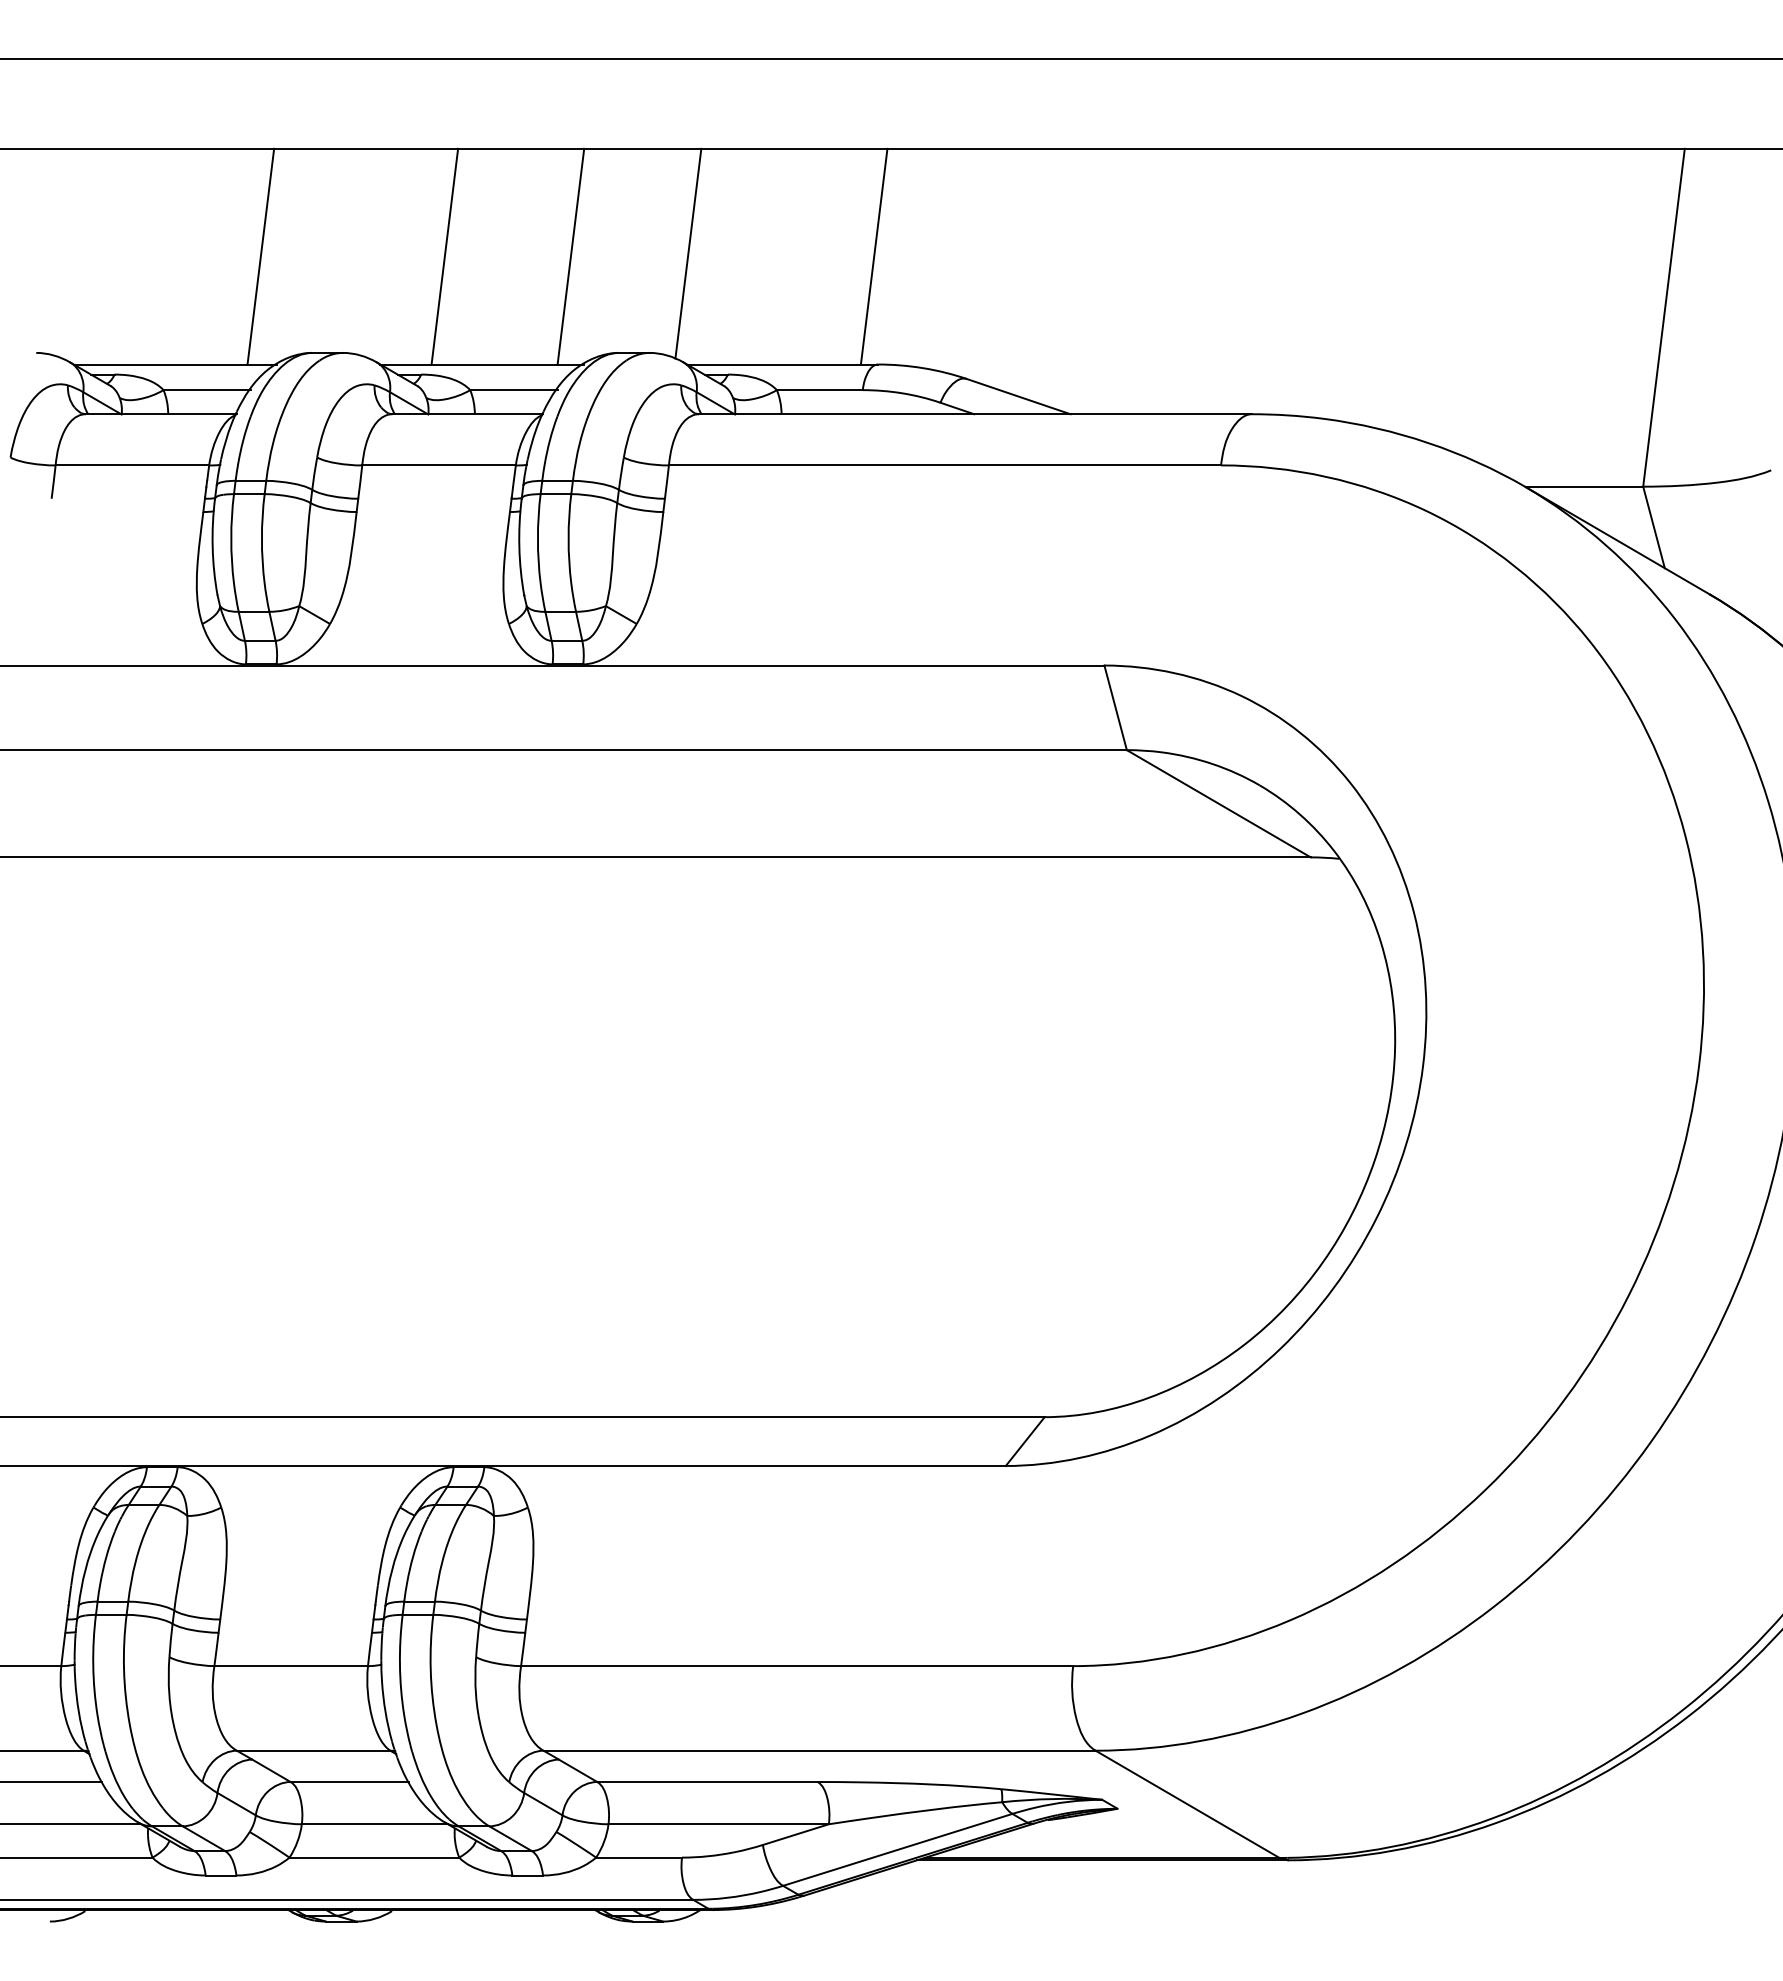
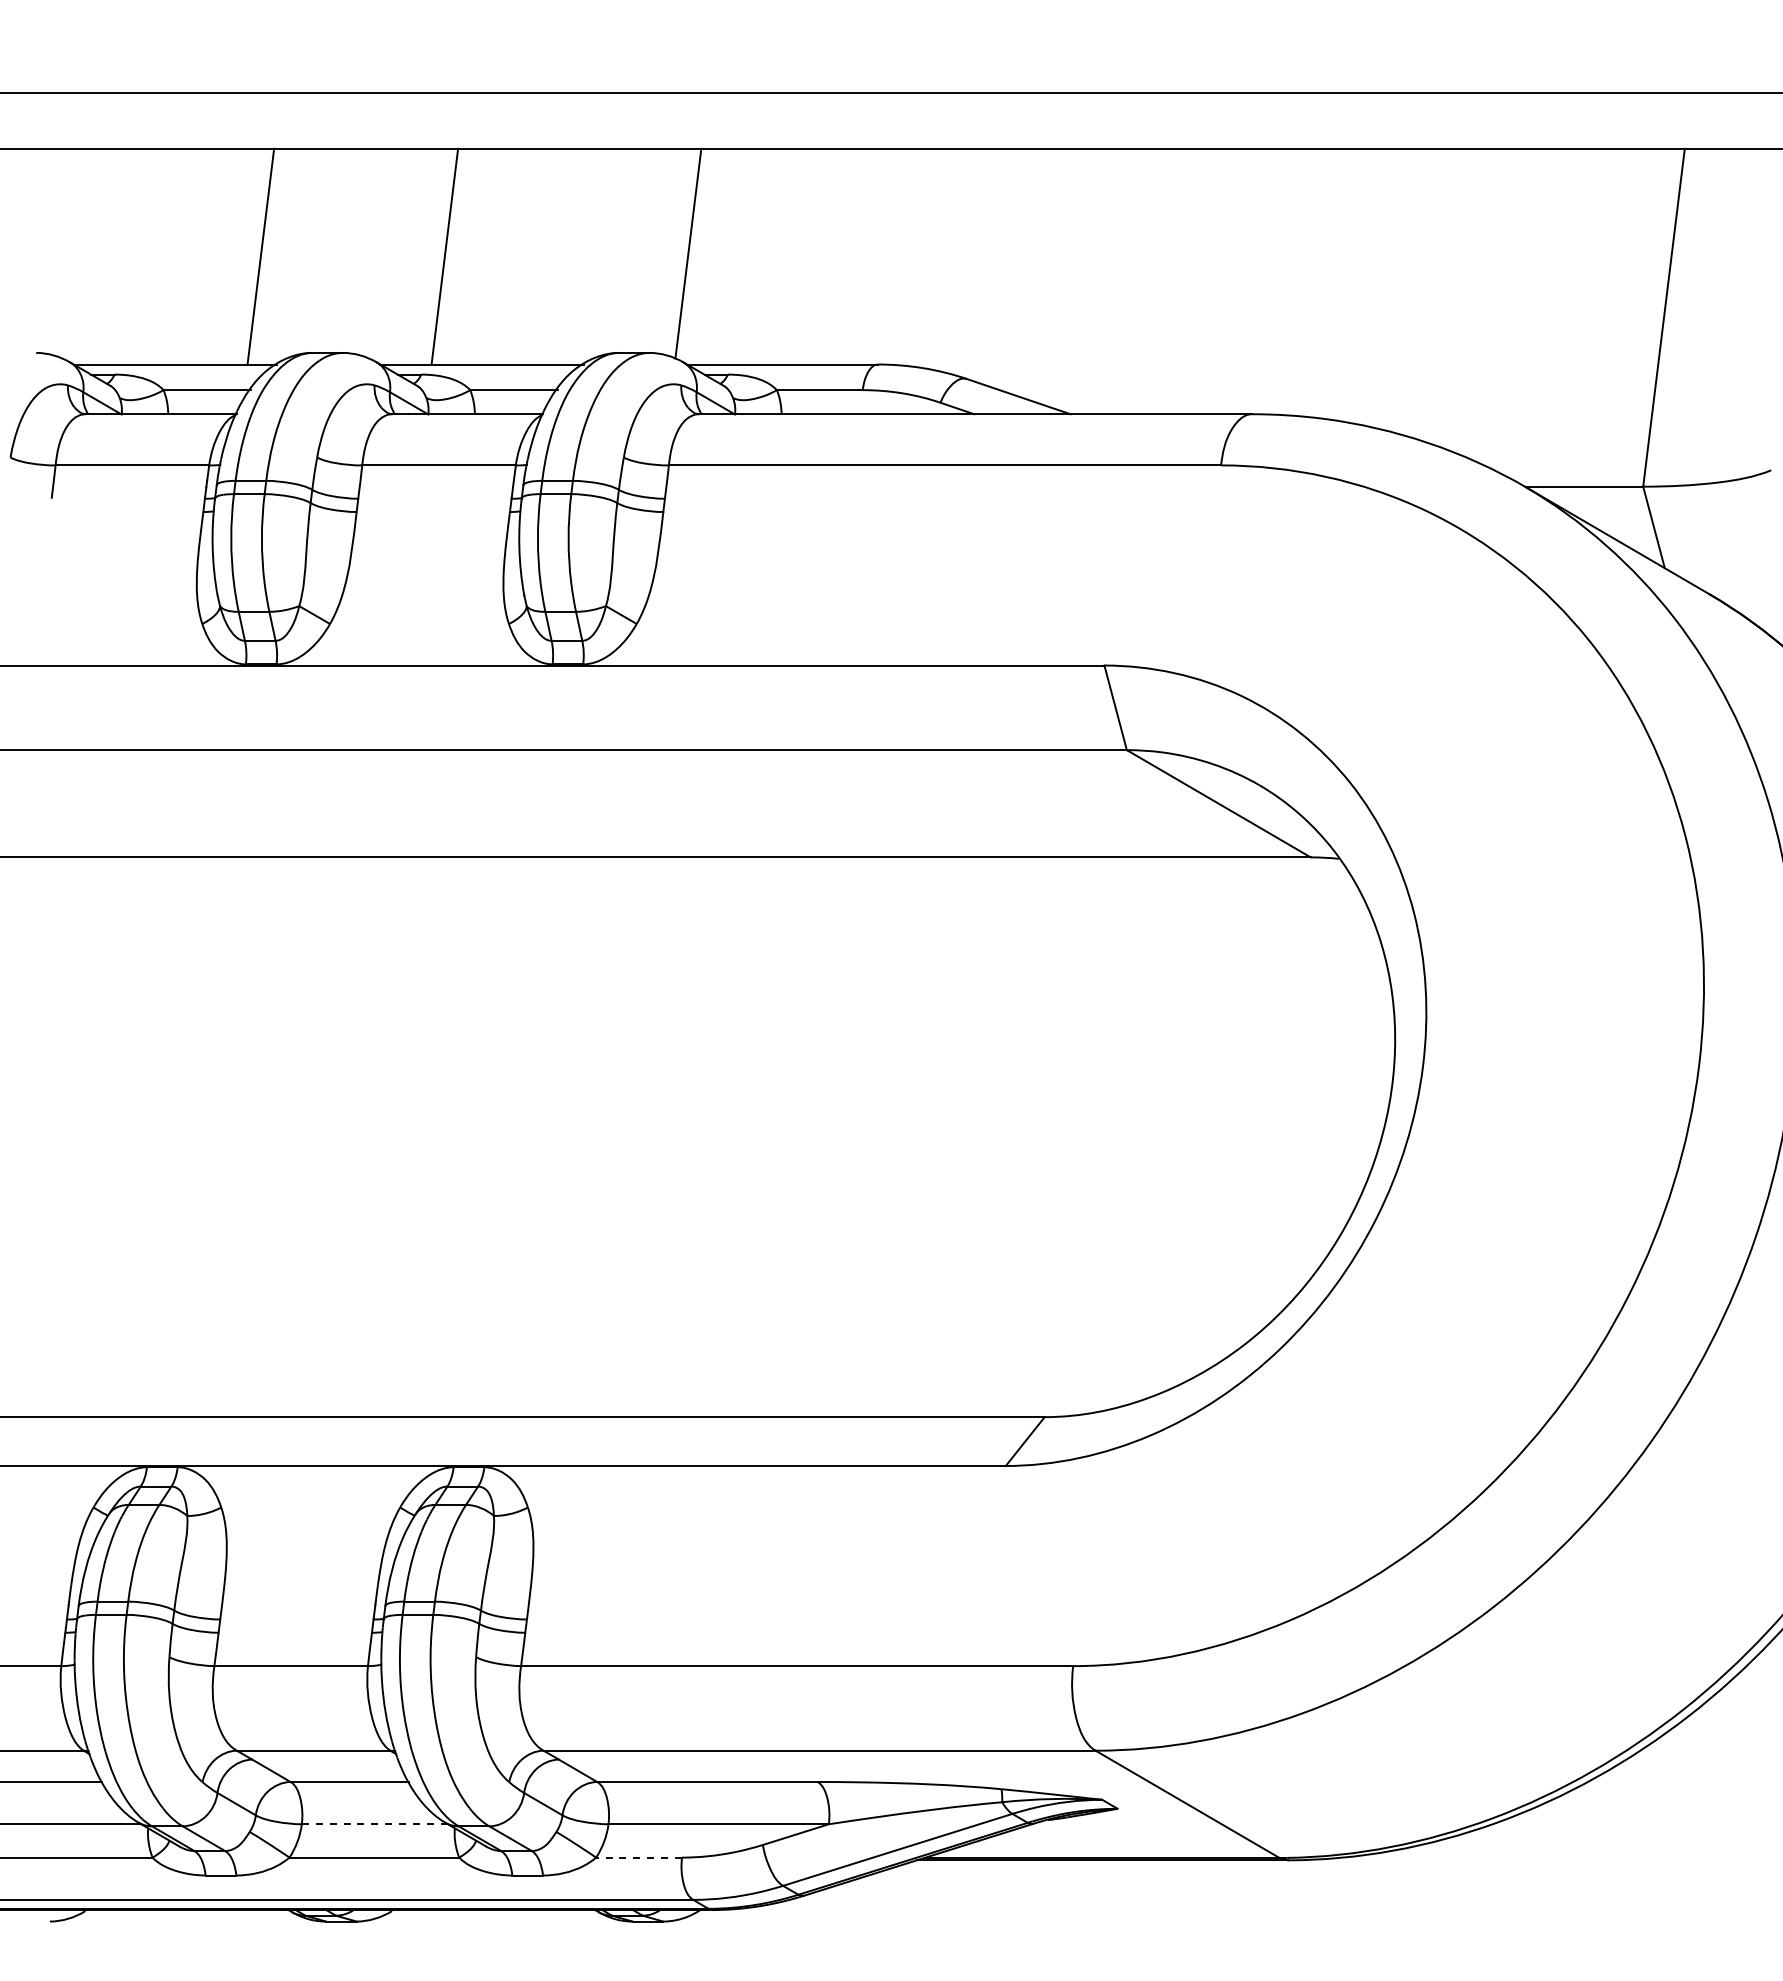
line at (890, 59) position: (890, 59) -> (890, 93)
line at (570, 256): present -> none
line at (873, 256): present -> none
line at (375, 1824): solid -> dashed
line at (639, 1857): solid -> dashed
